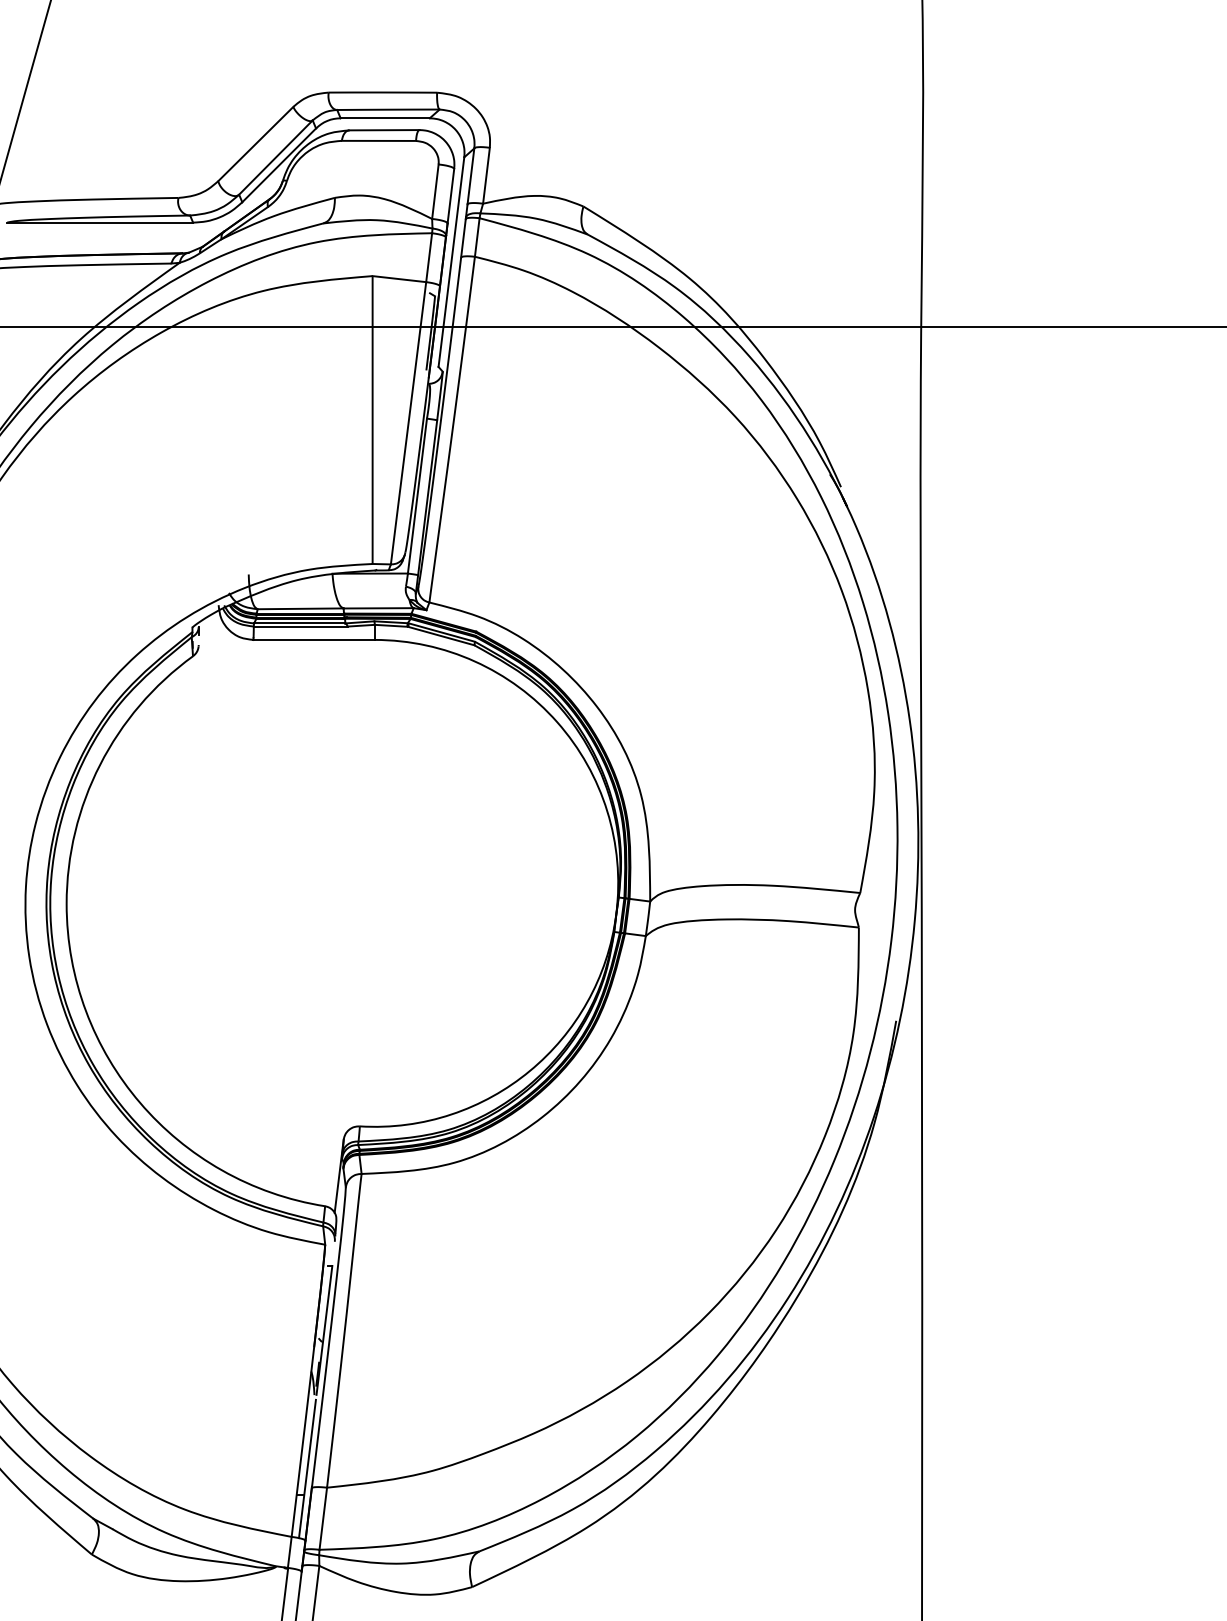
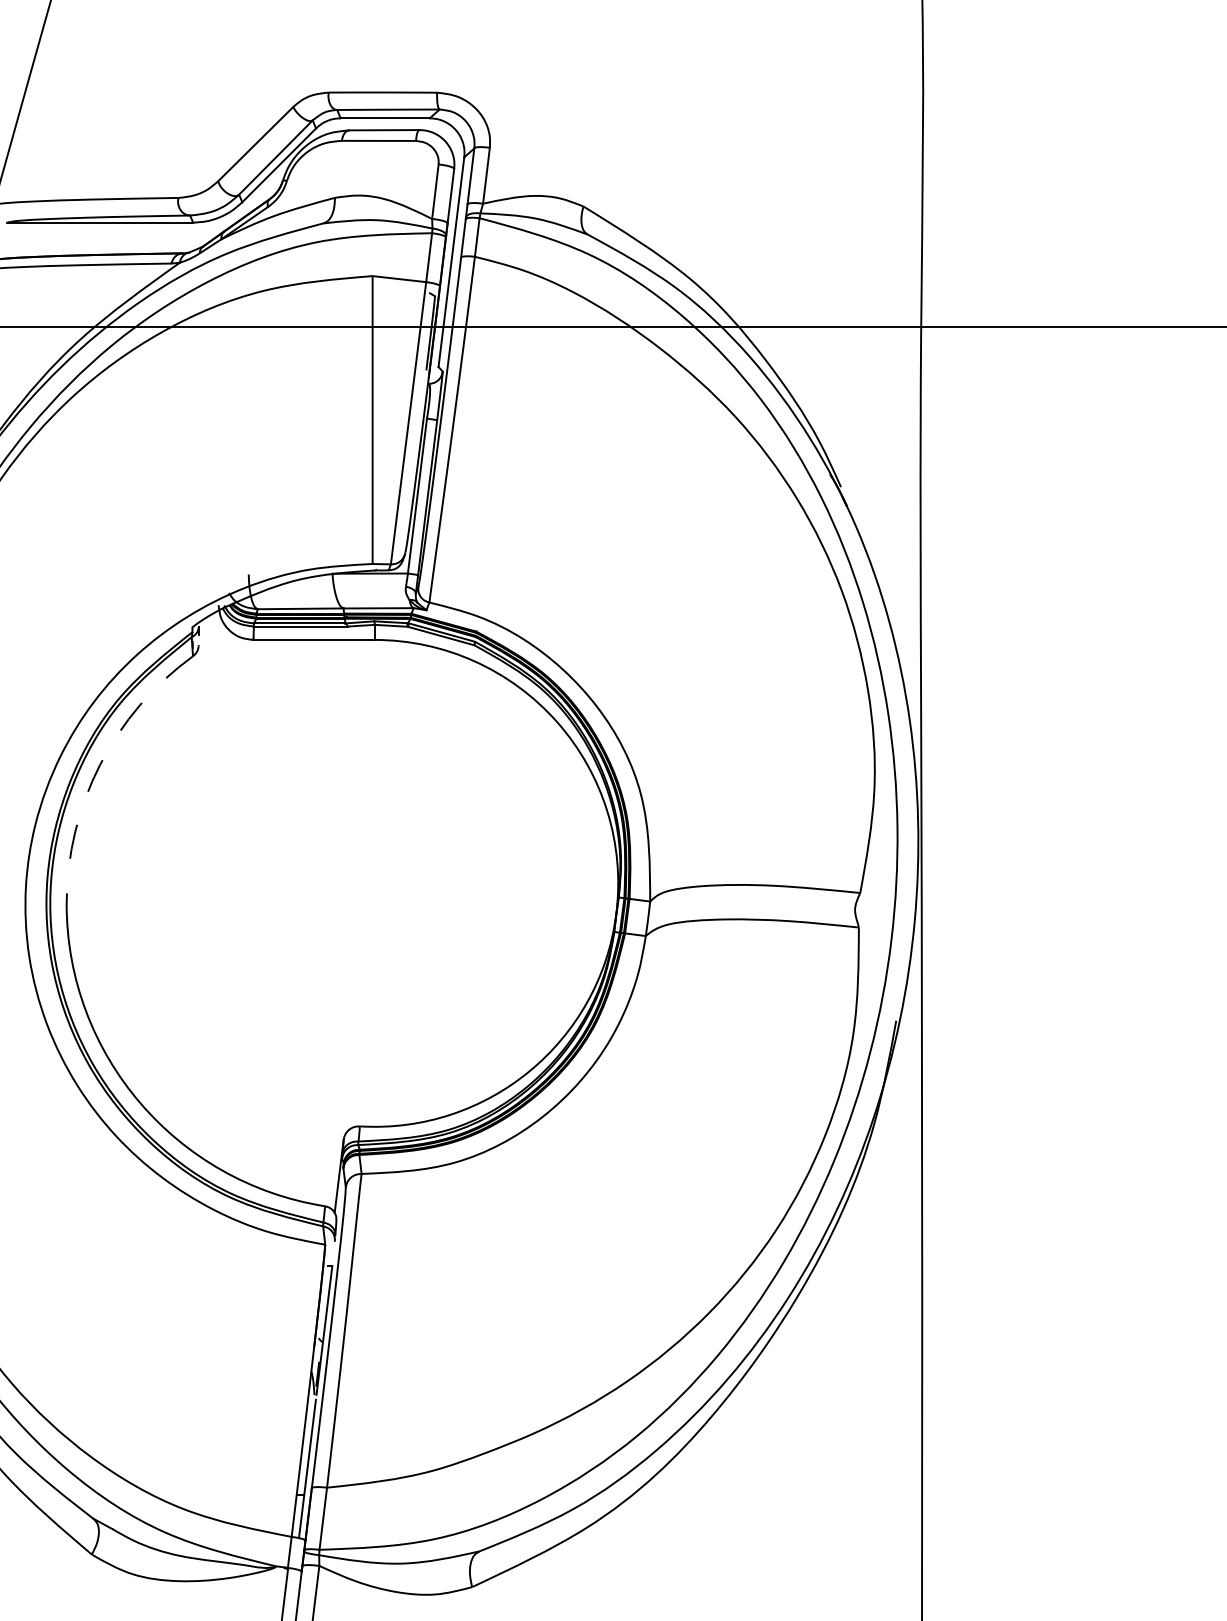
arc at (100, 764): solid -> dashed
